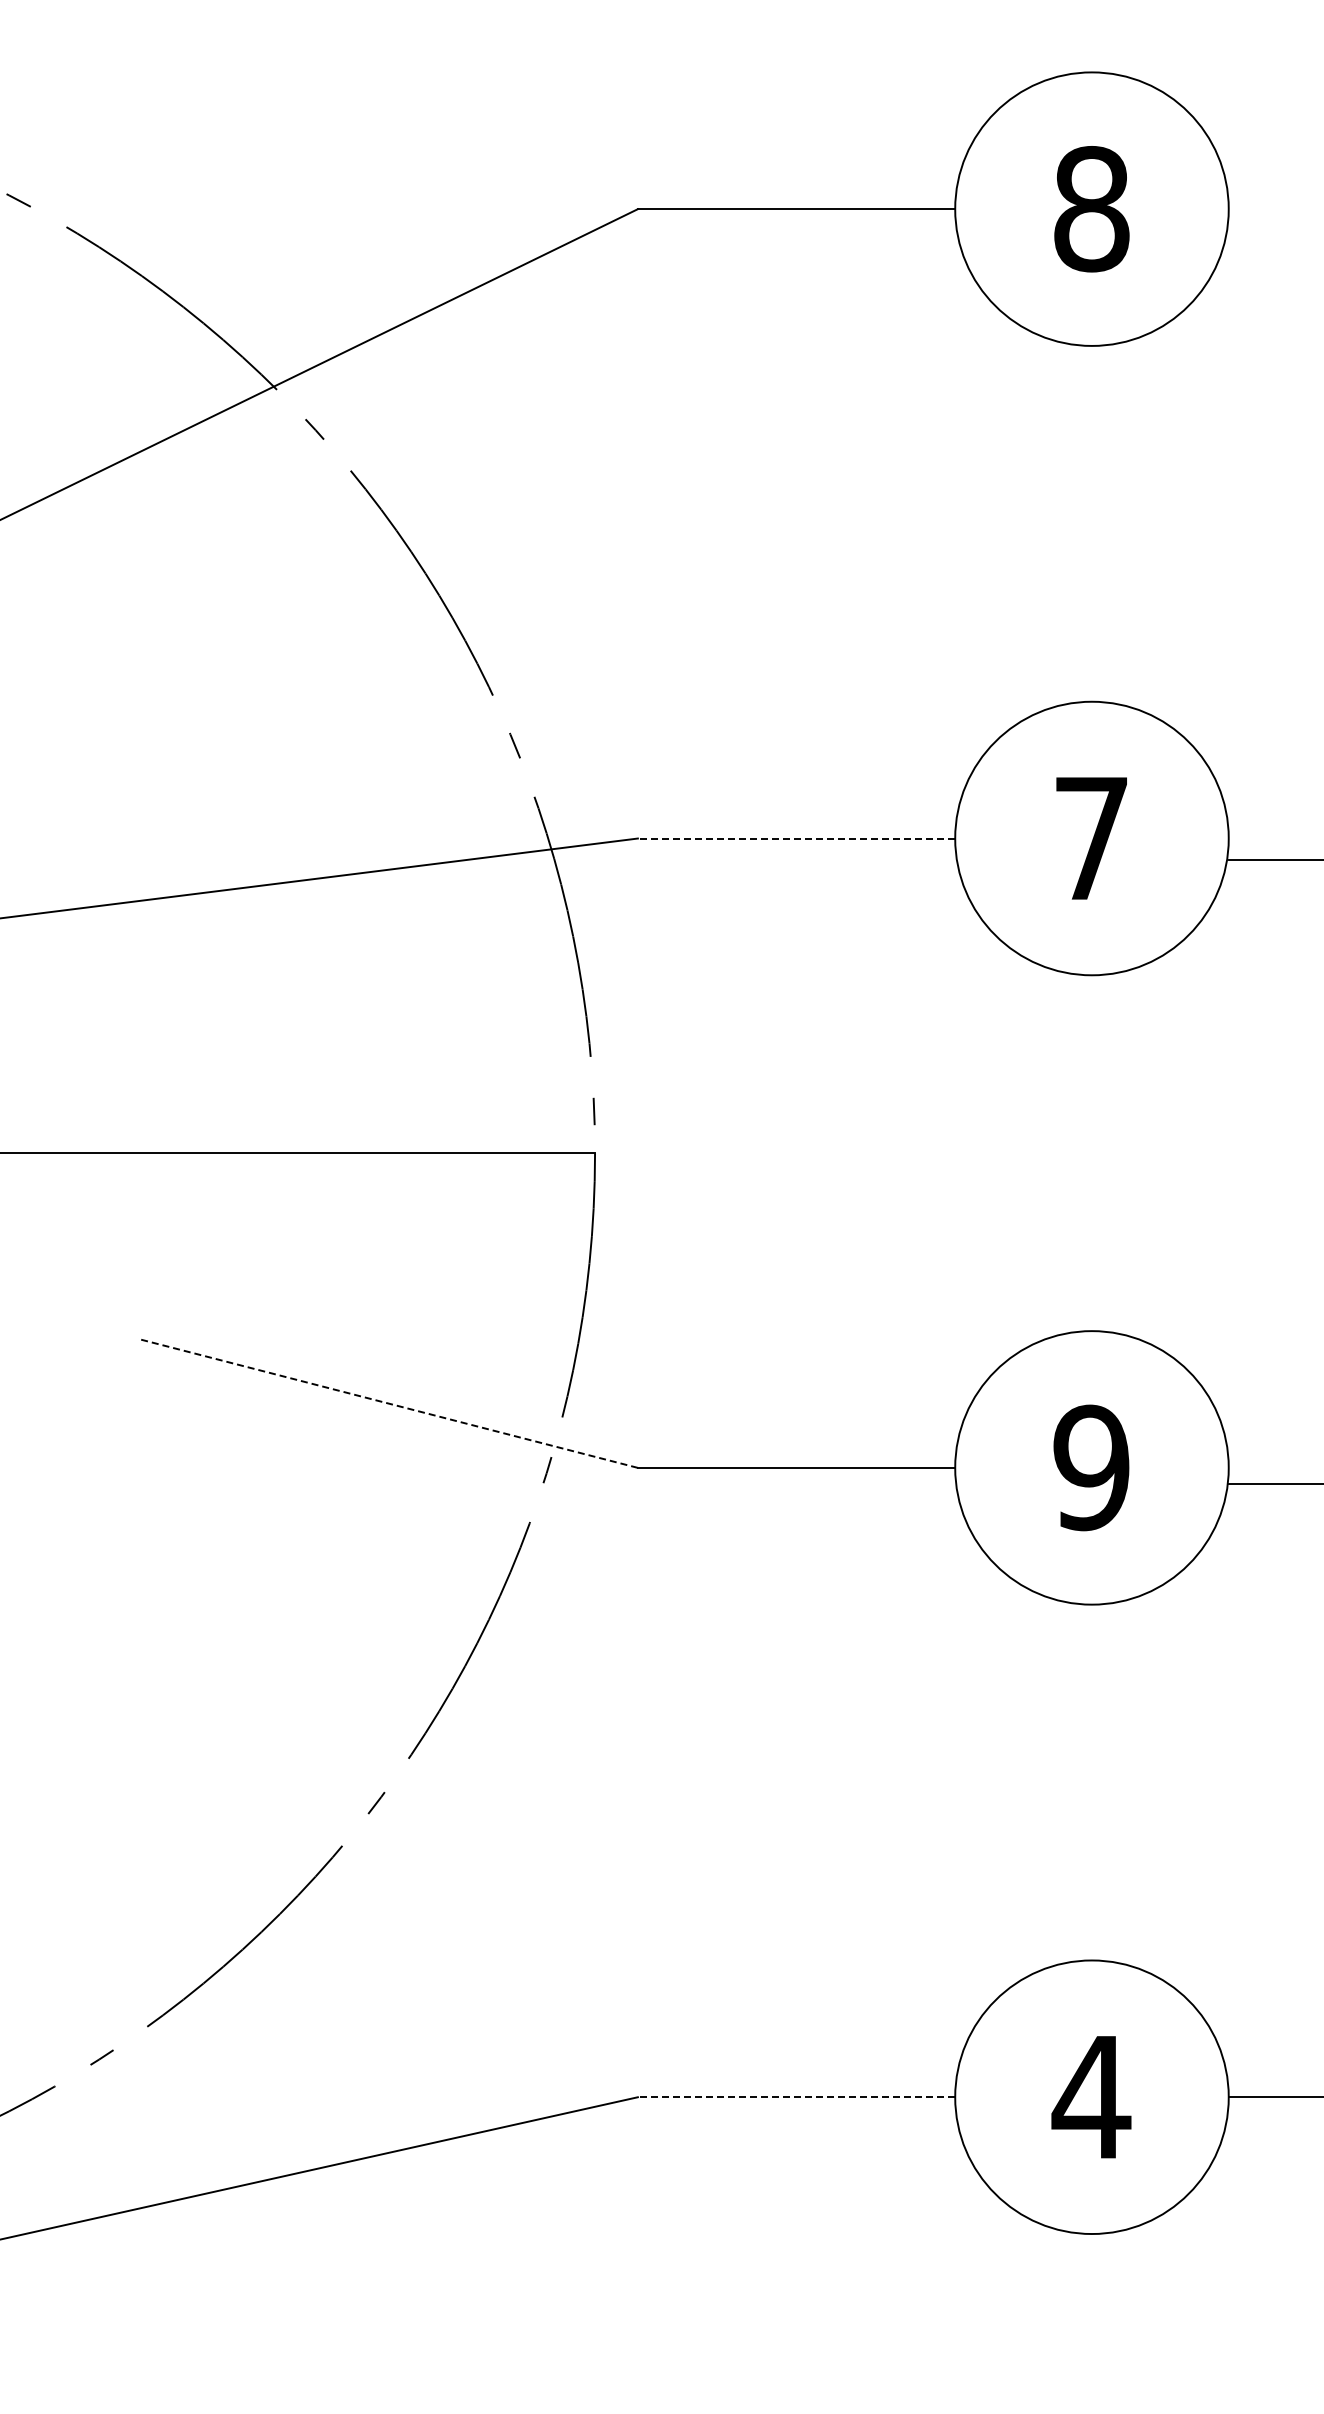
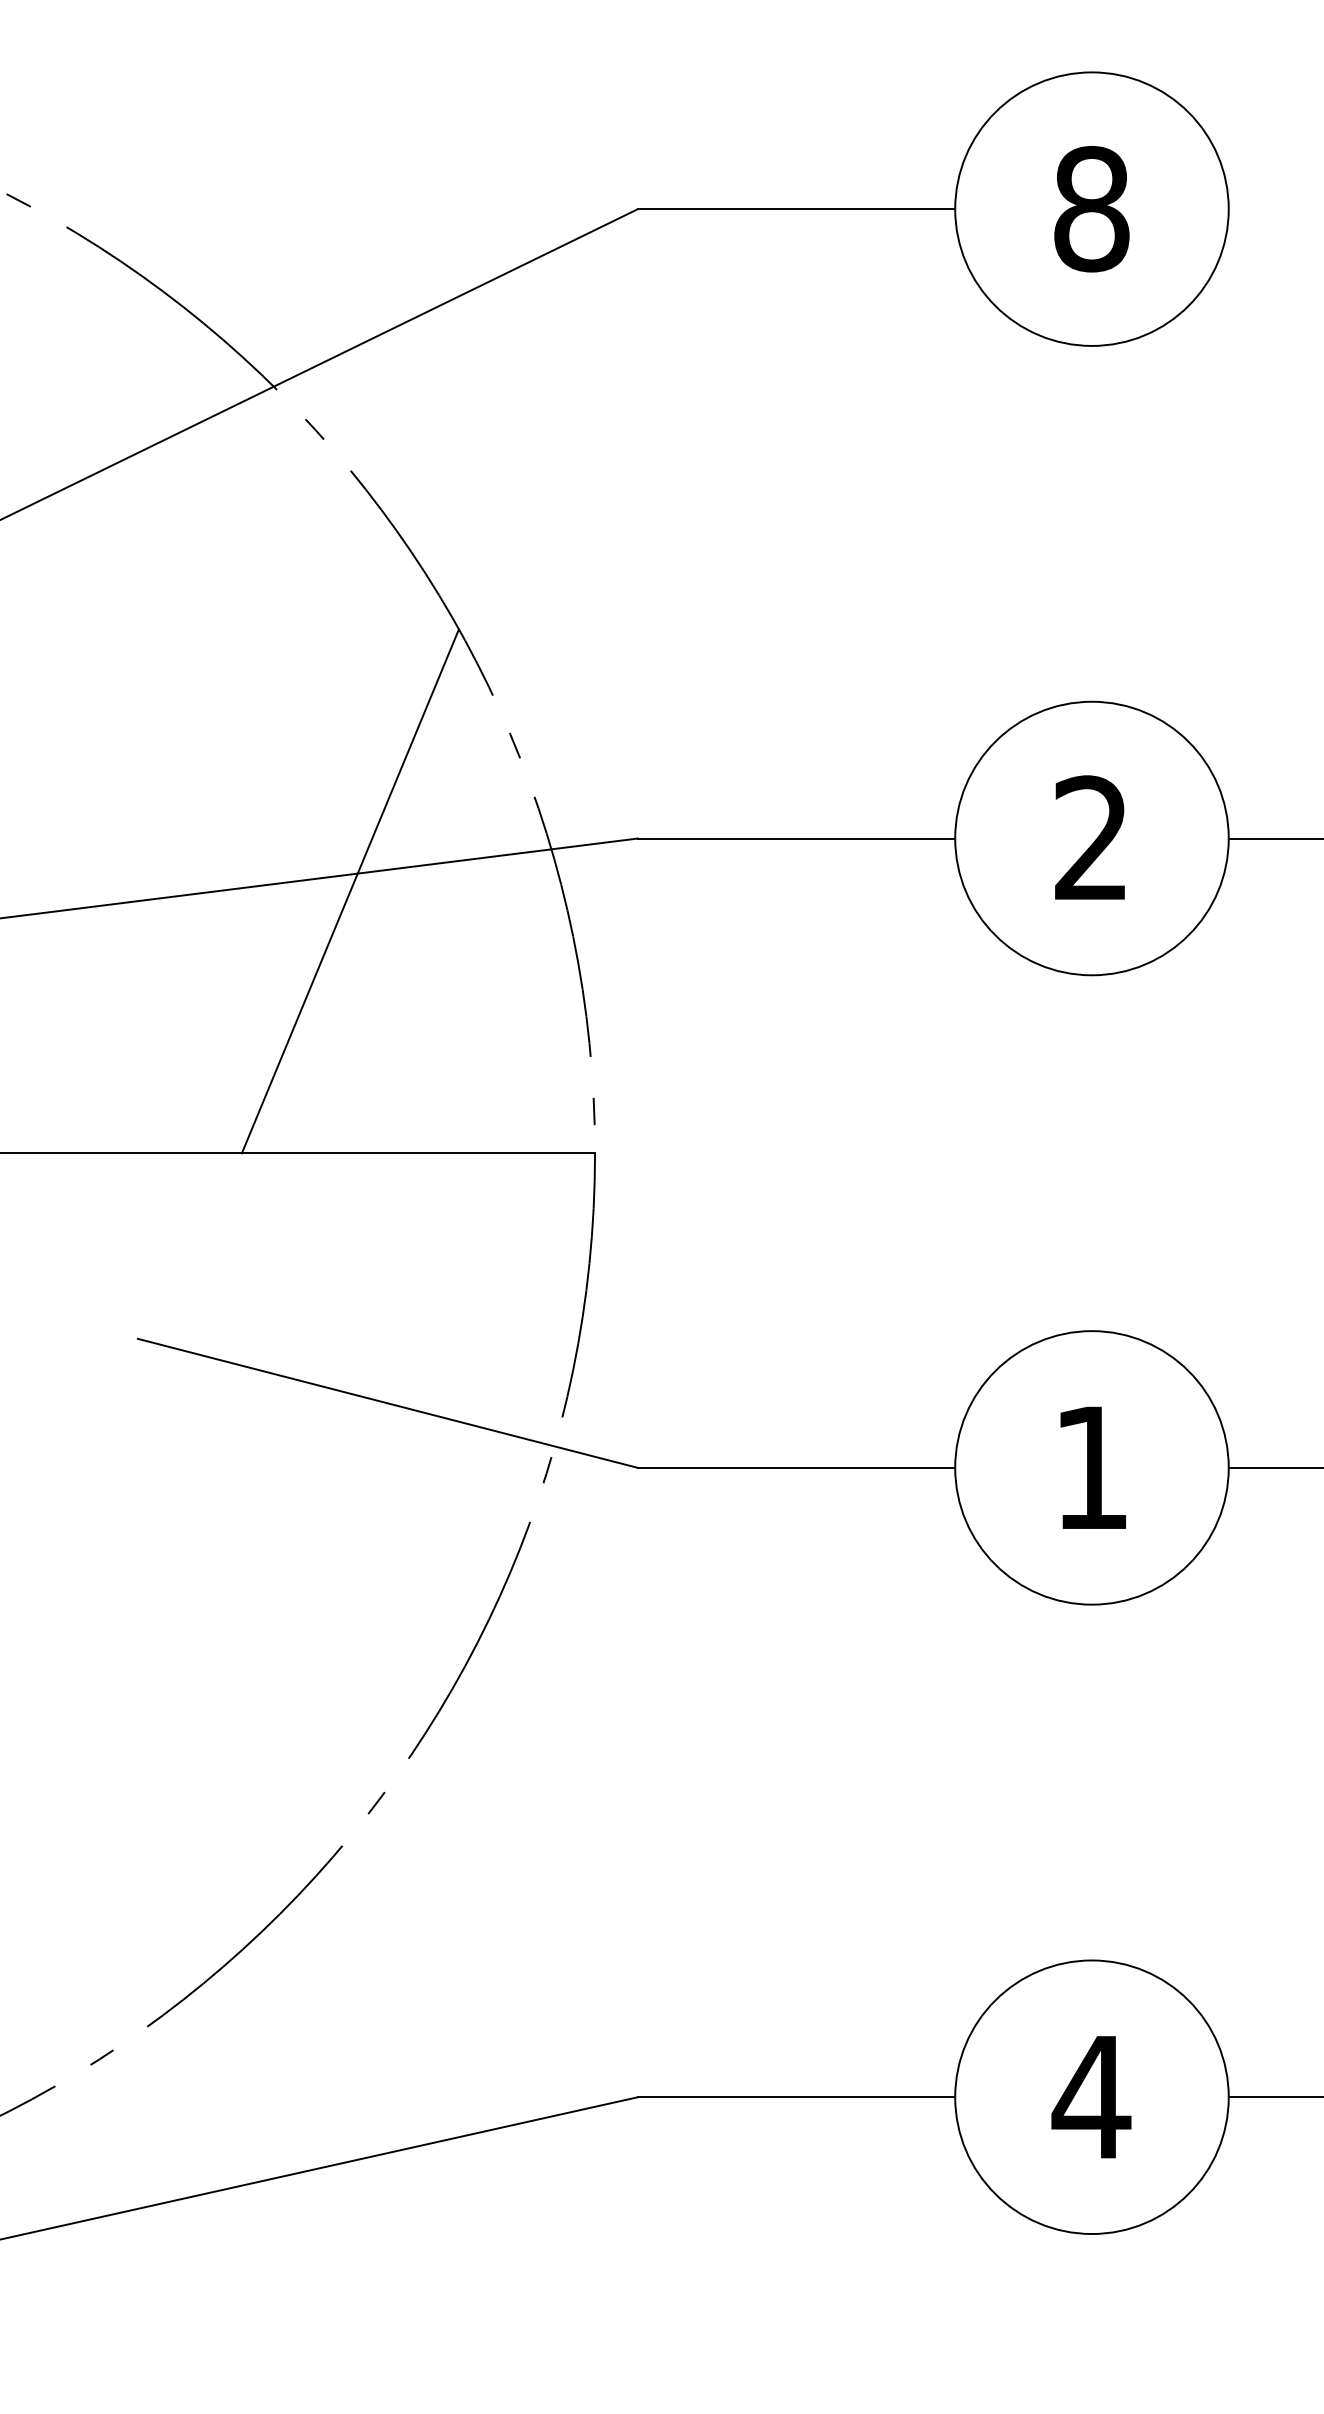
text at (1090, 837): 7 -> 2
line at (796, 838): dashed -> solid
line at (1274, 859) position: (1274, 859) -> (1274, 838)
line at (349, 891): none -> present
line at (387, 1403): dashed -> solid
text at (1091, 1467): 9 -> 1
line at (1274, 1483) position: (1274, 1483) -> (1274, 1467)
line at (796, 2097): dashed -> solid
